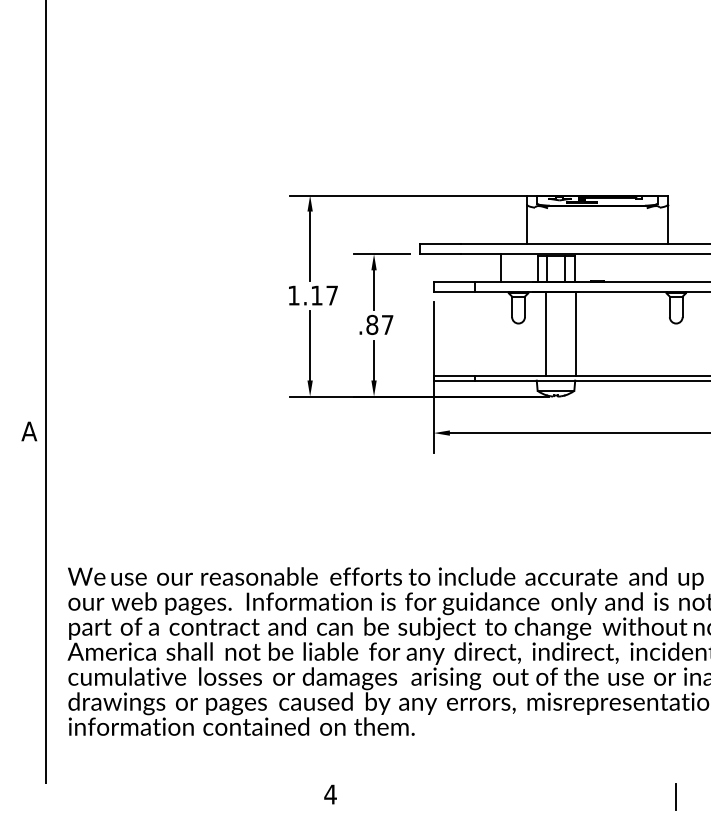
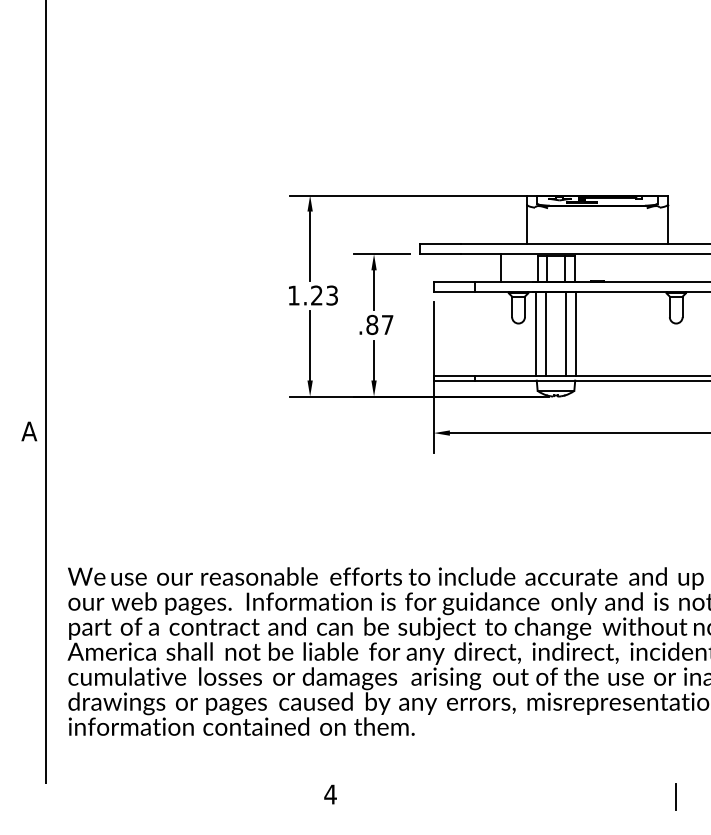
text at (324, 295): 1.17 -> 1.23
line at (536, 333): none -> present
line at (565, 333): none -> present
